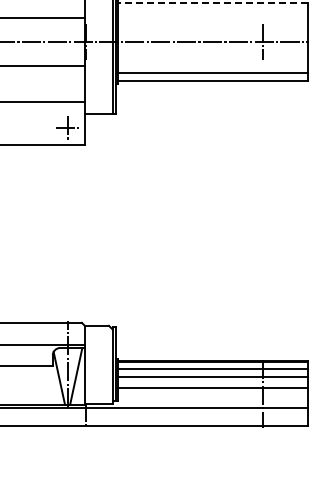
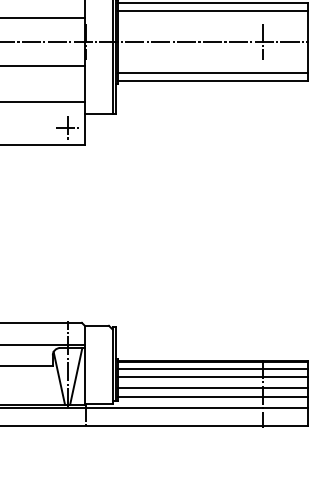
line at (212, 2): dashed -> solid
line at (212, 10): none -> present
line at (212, 396): none -> present
